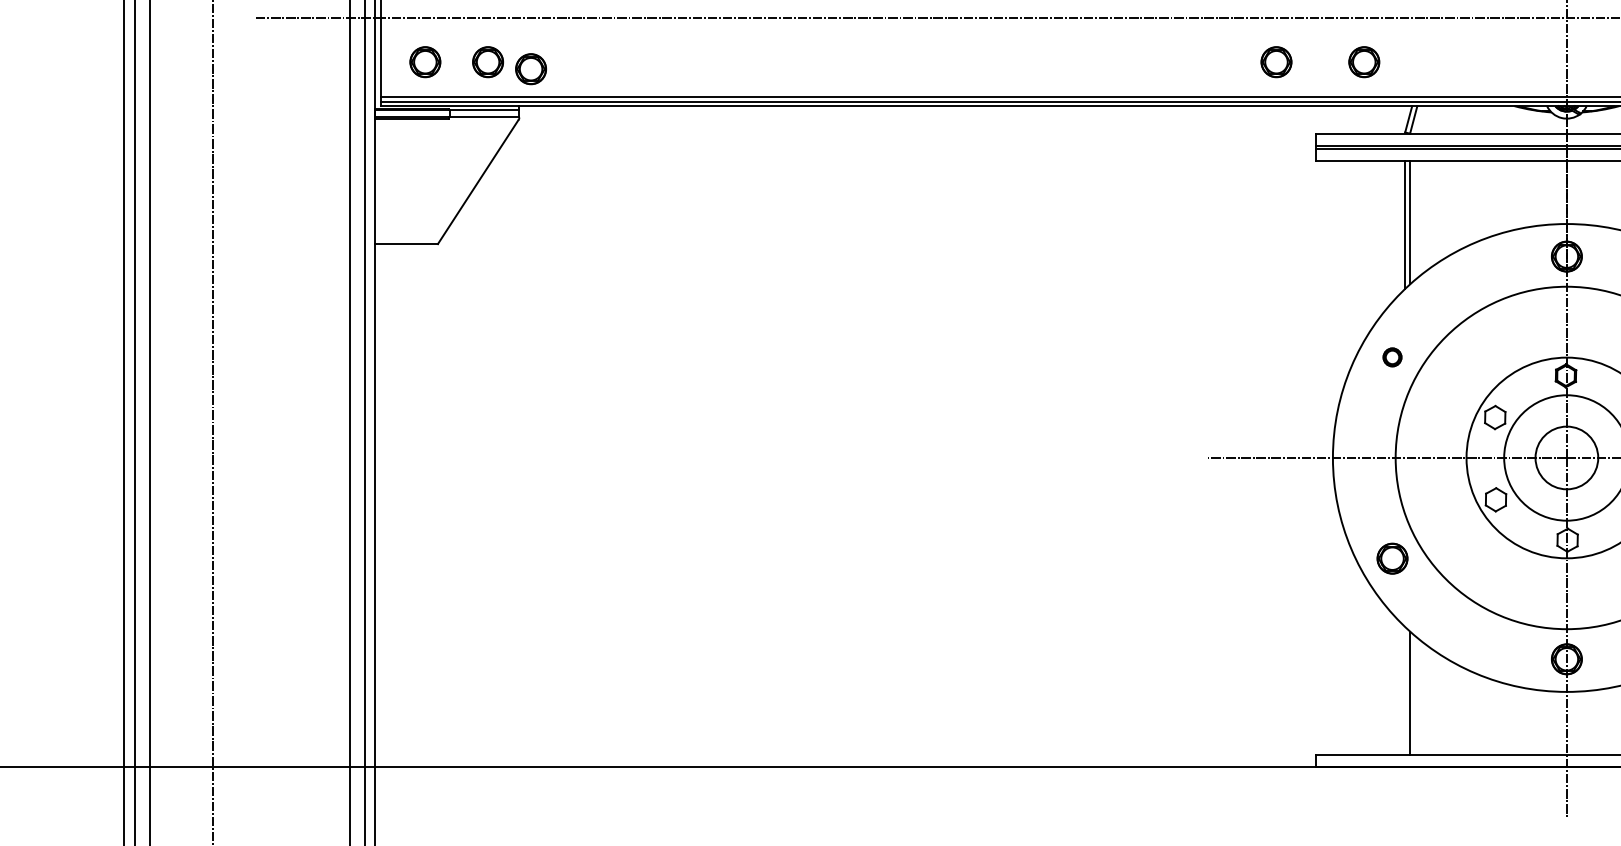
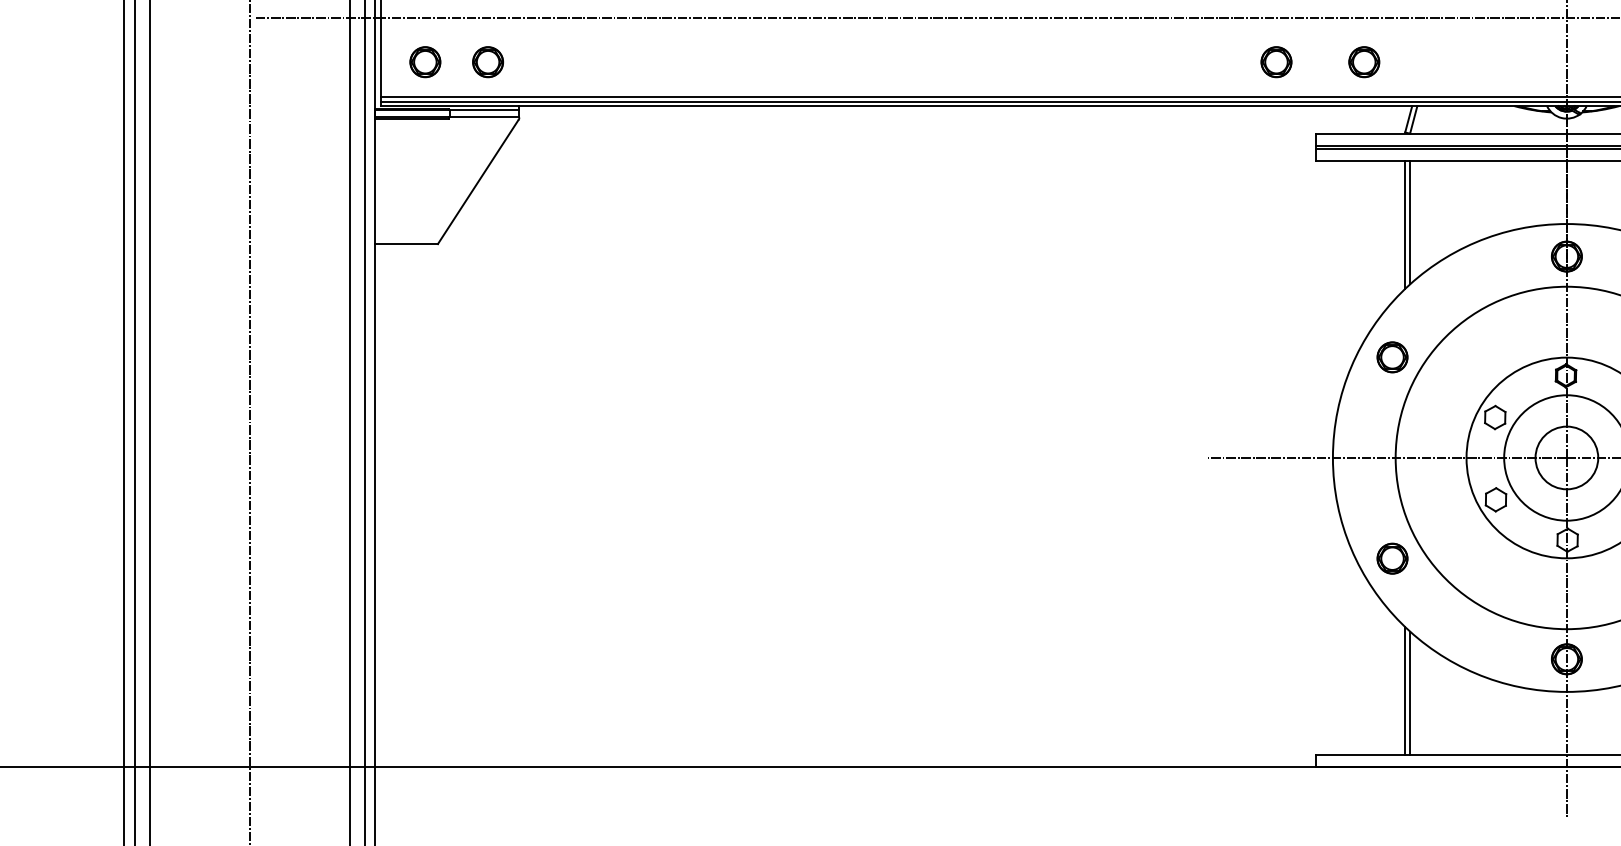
part at (530, 69): present -> none
part at (1392, 357) size: 21x21 px -> 33x33 px
line at (212, 422) position: (212, 422) -> (249, 422)
line at (1405, 690): none -> present
